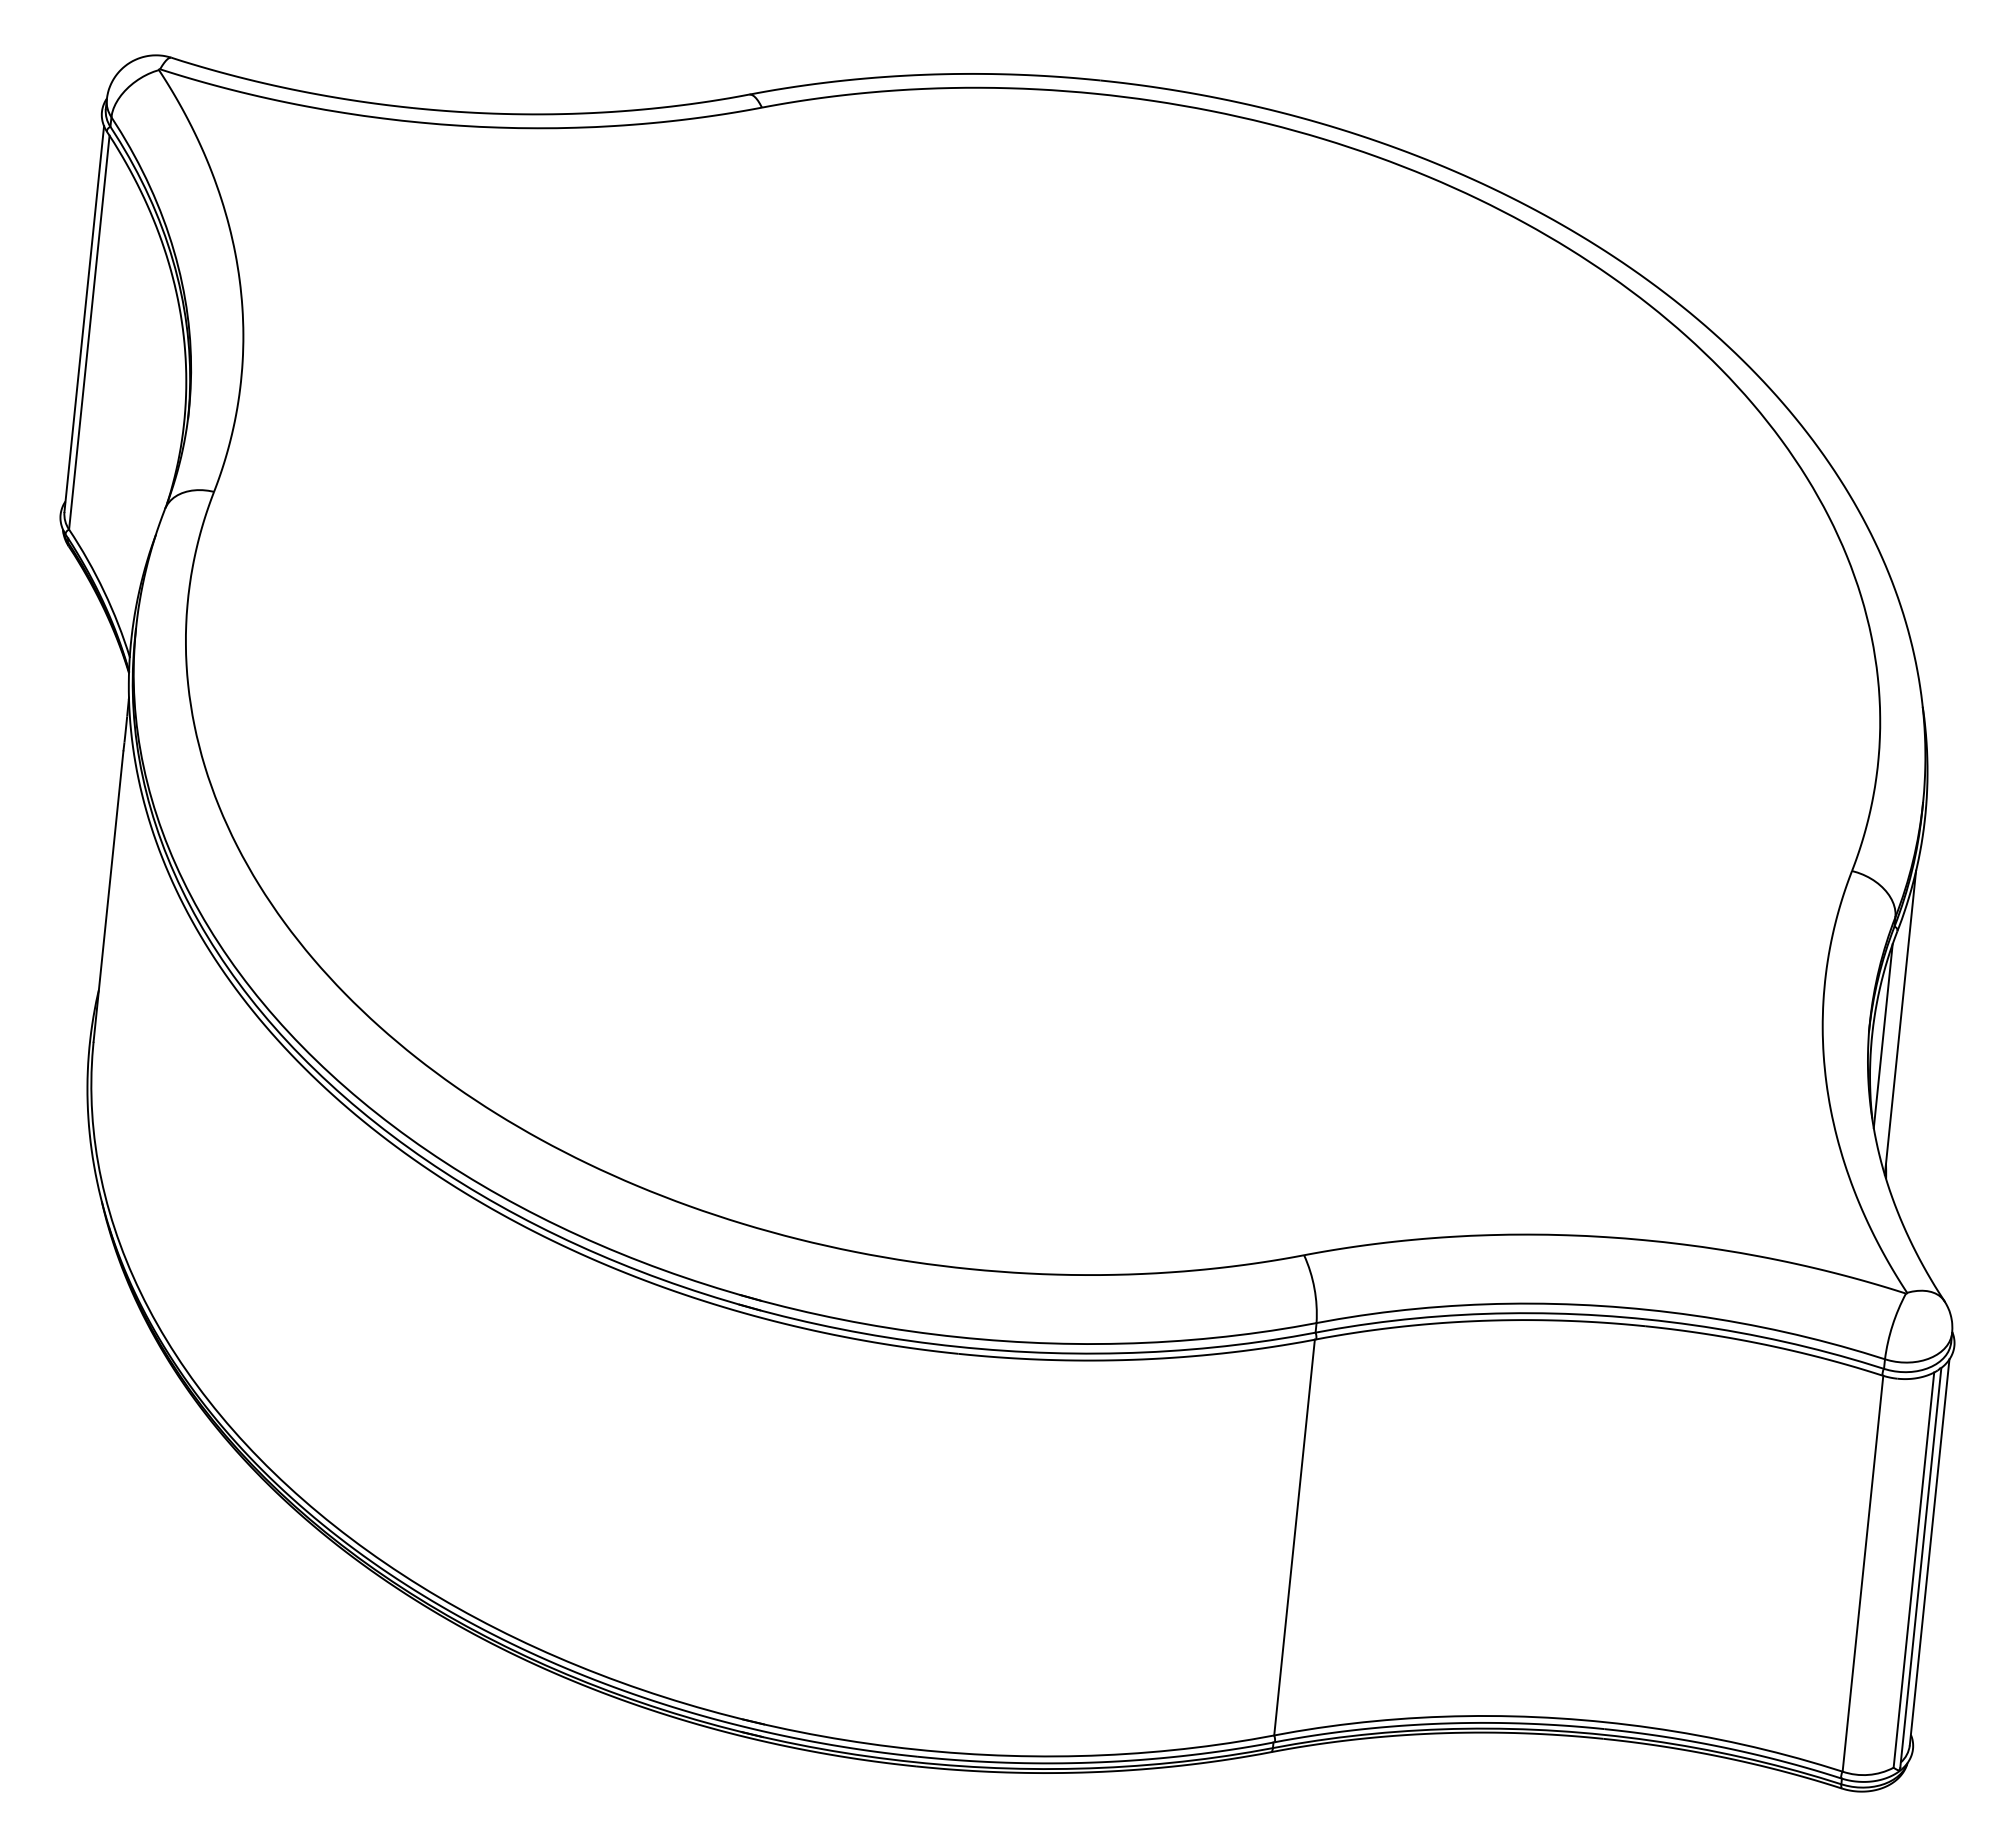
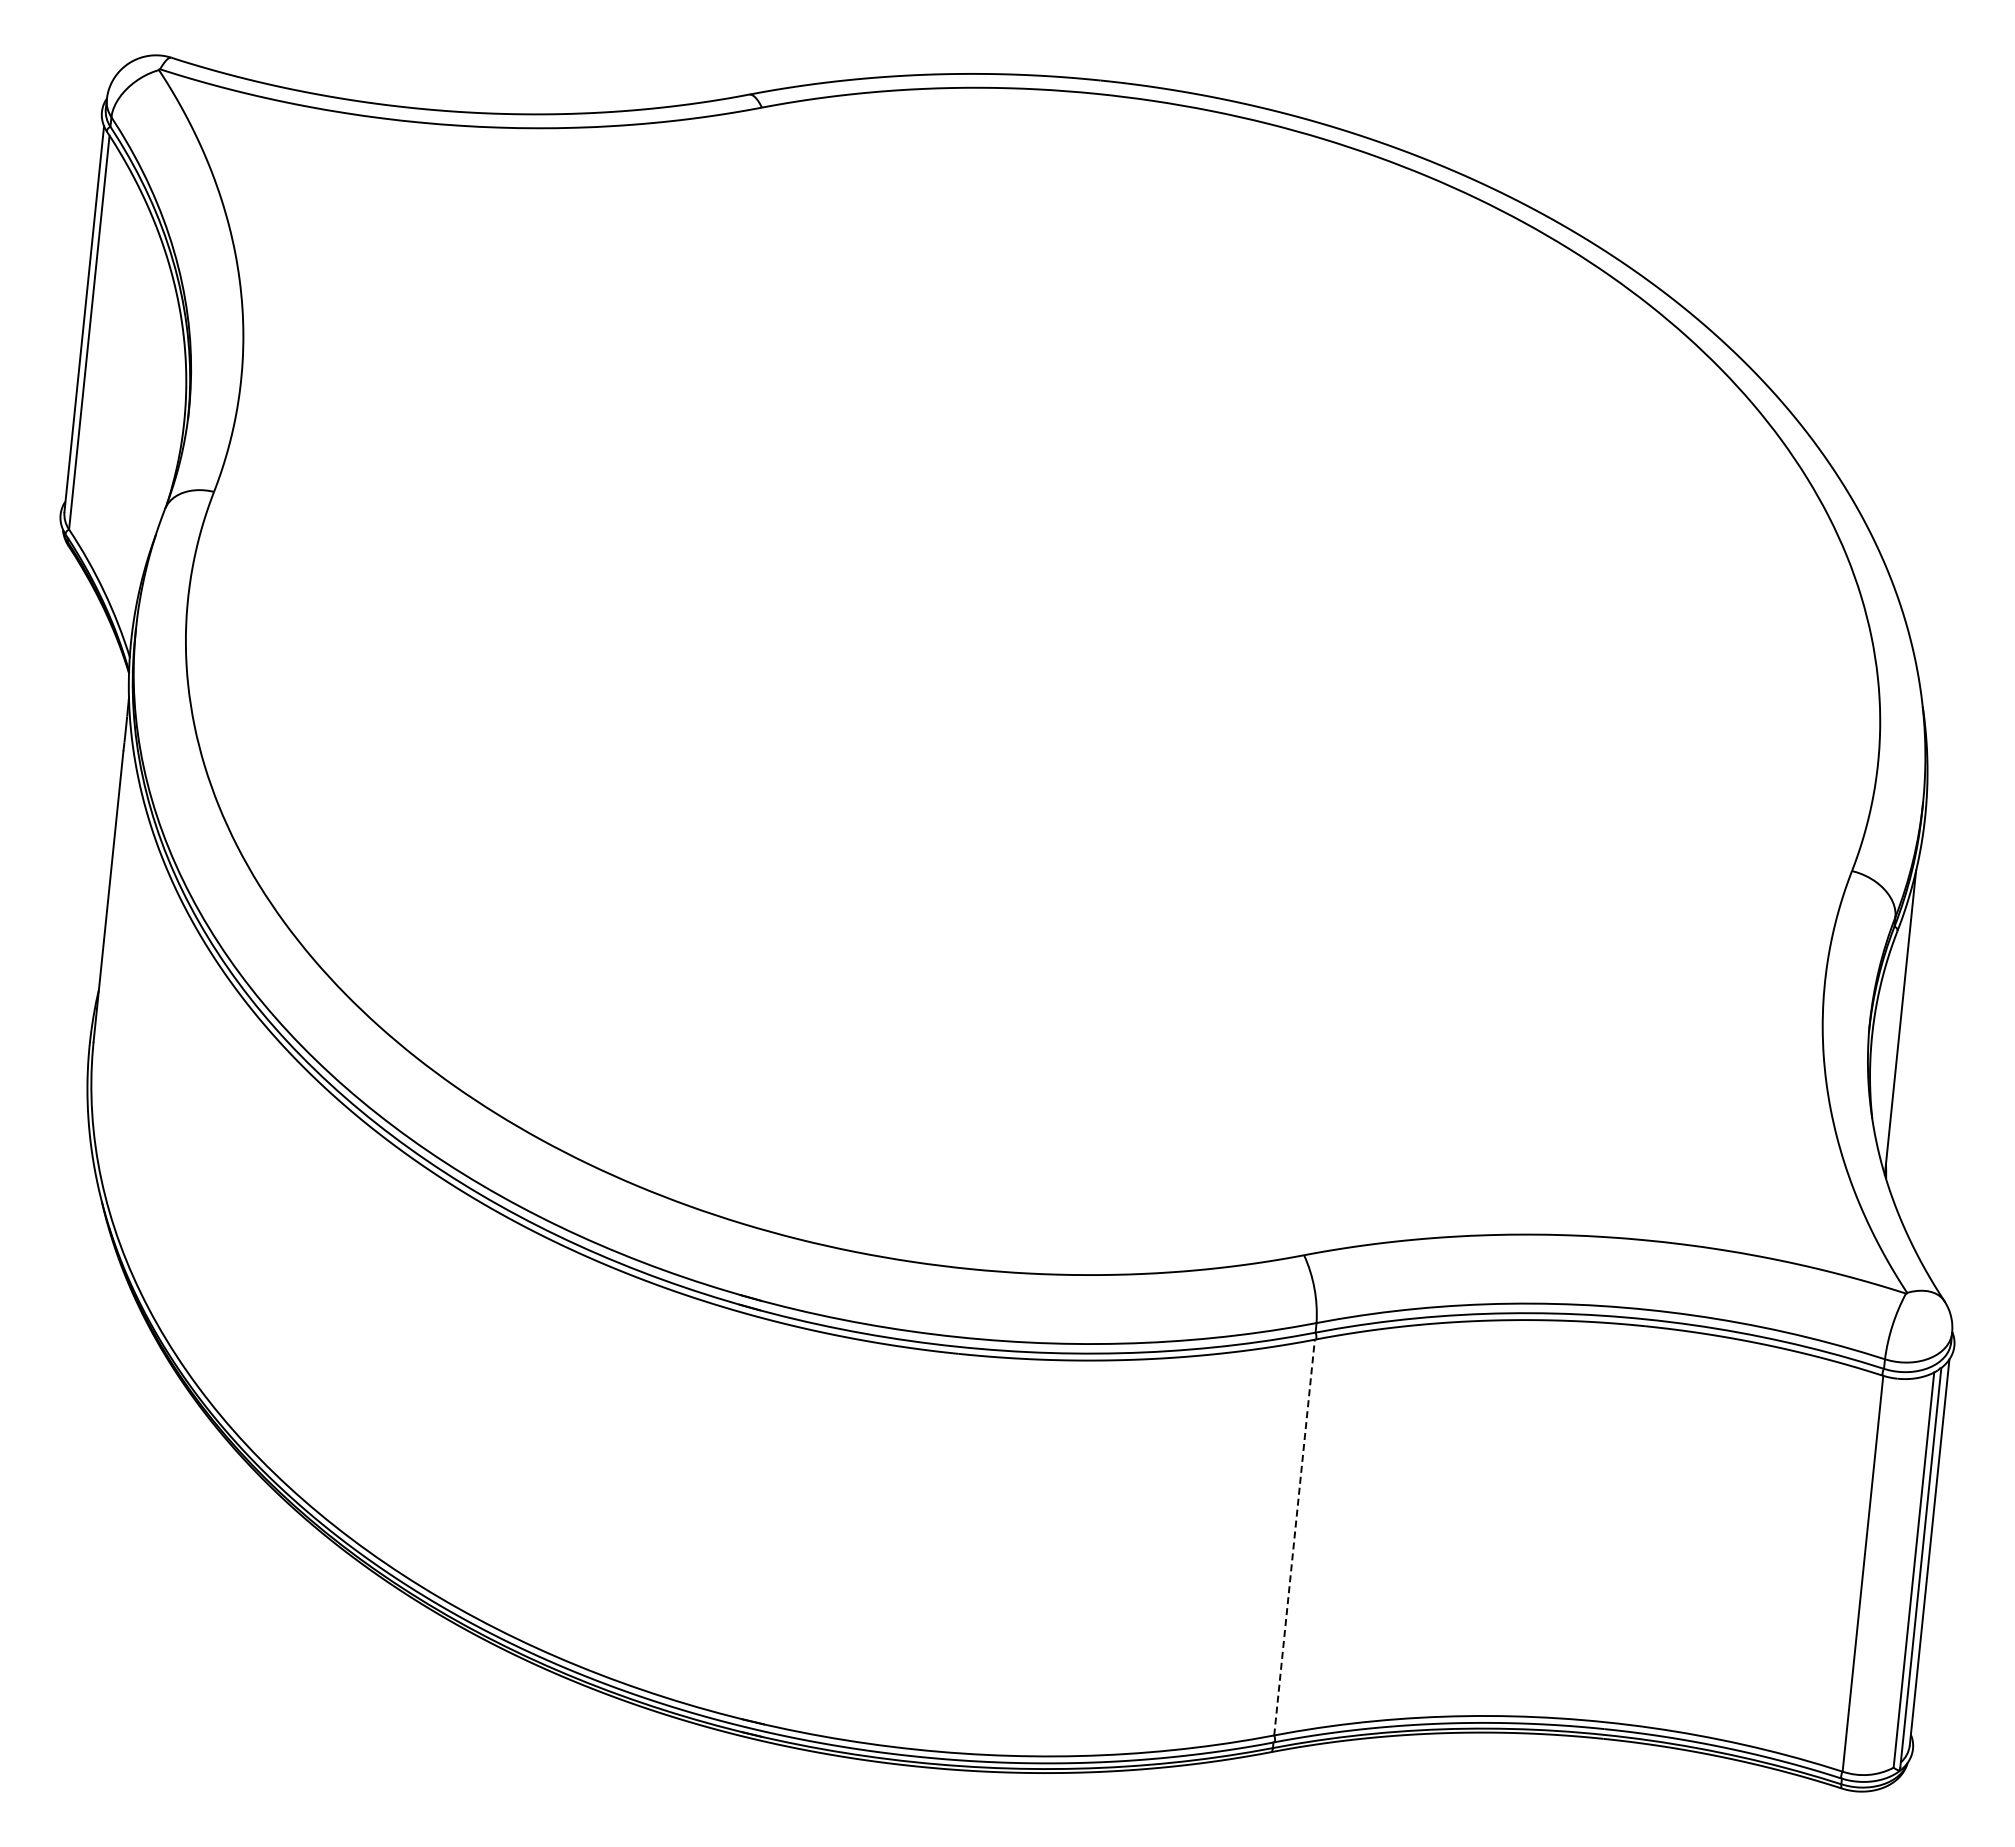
line at (1882, 1036): present -> none
line at (1294, 1537): solid -> dashed
